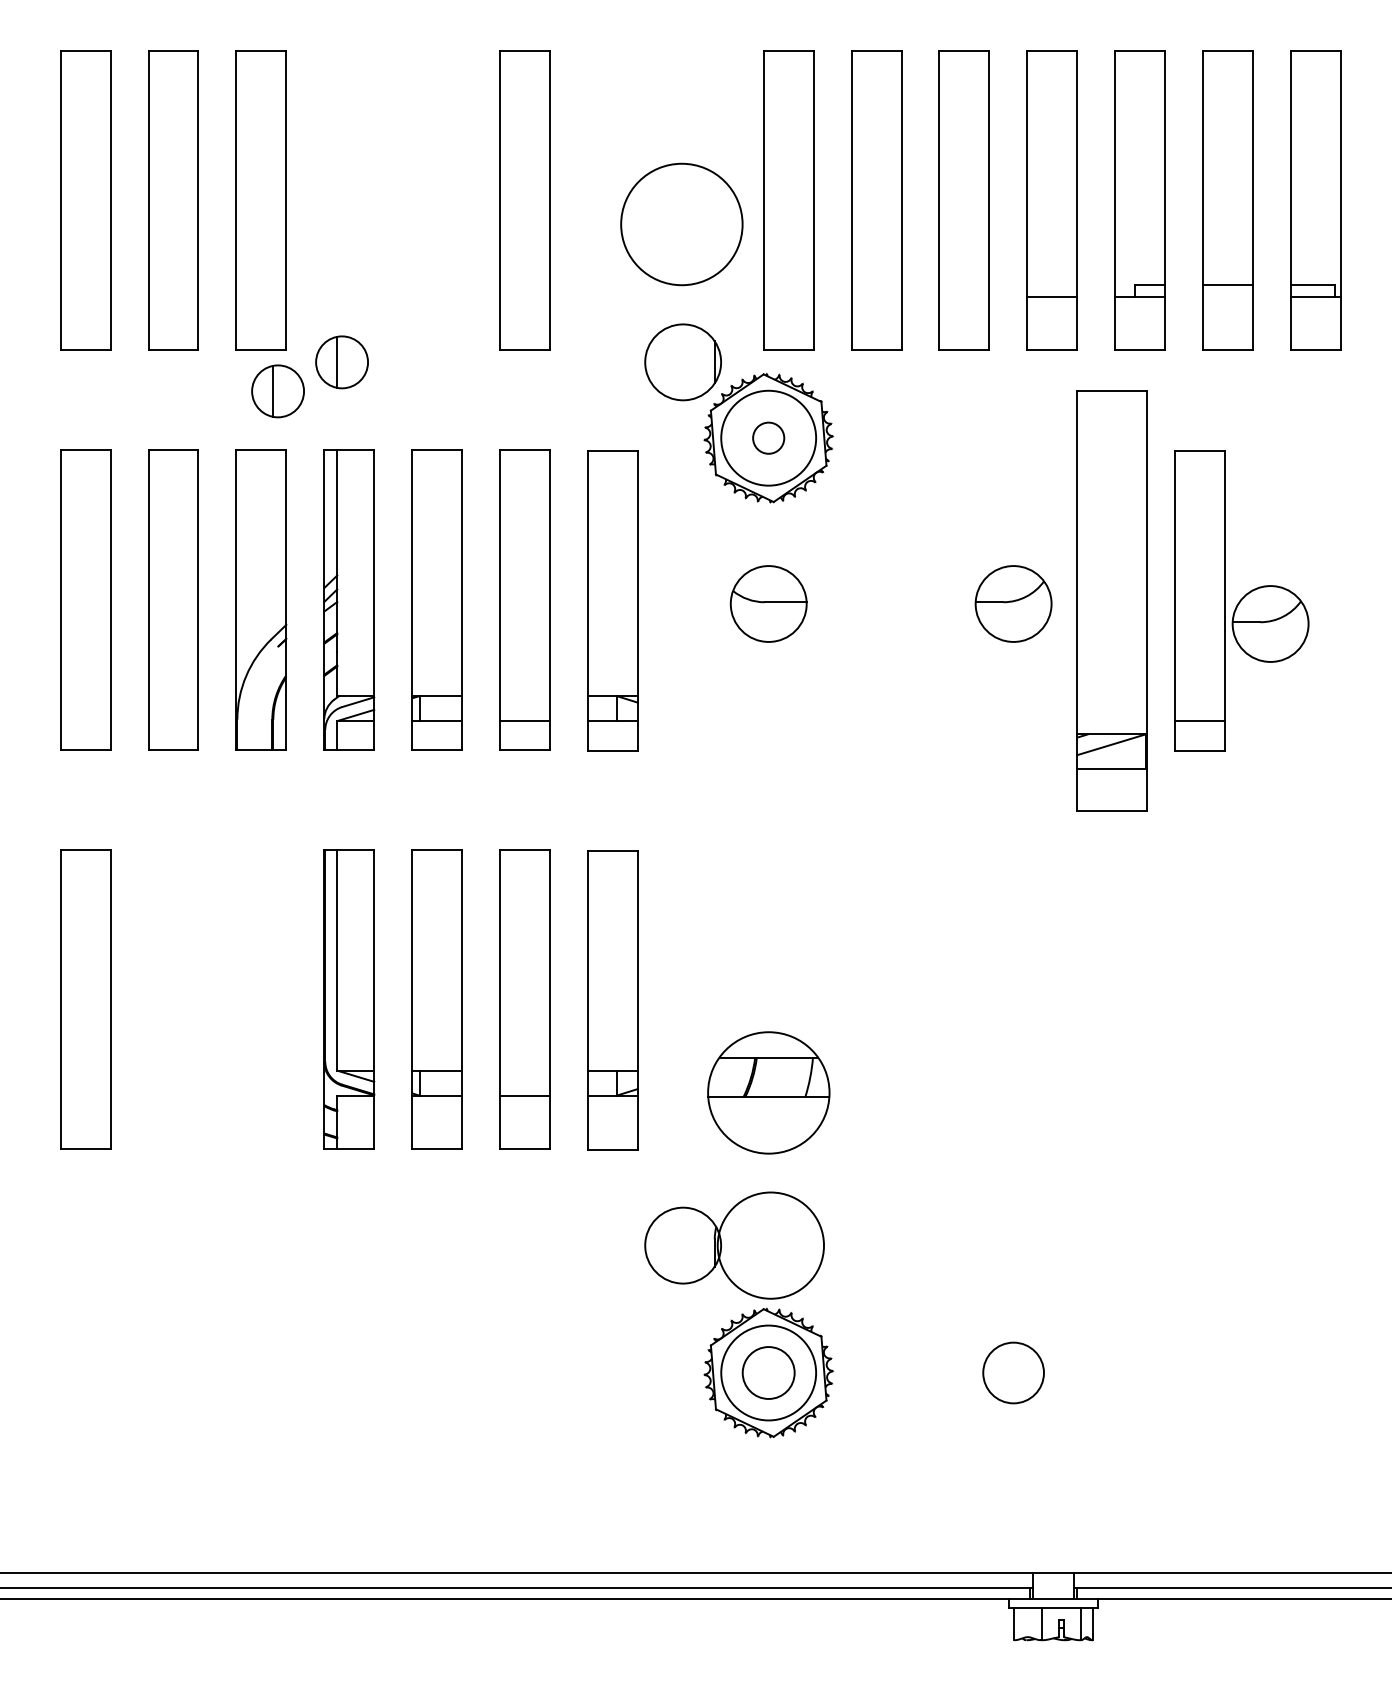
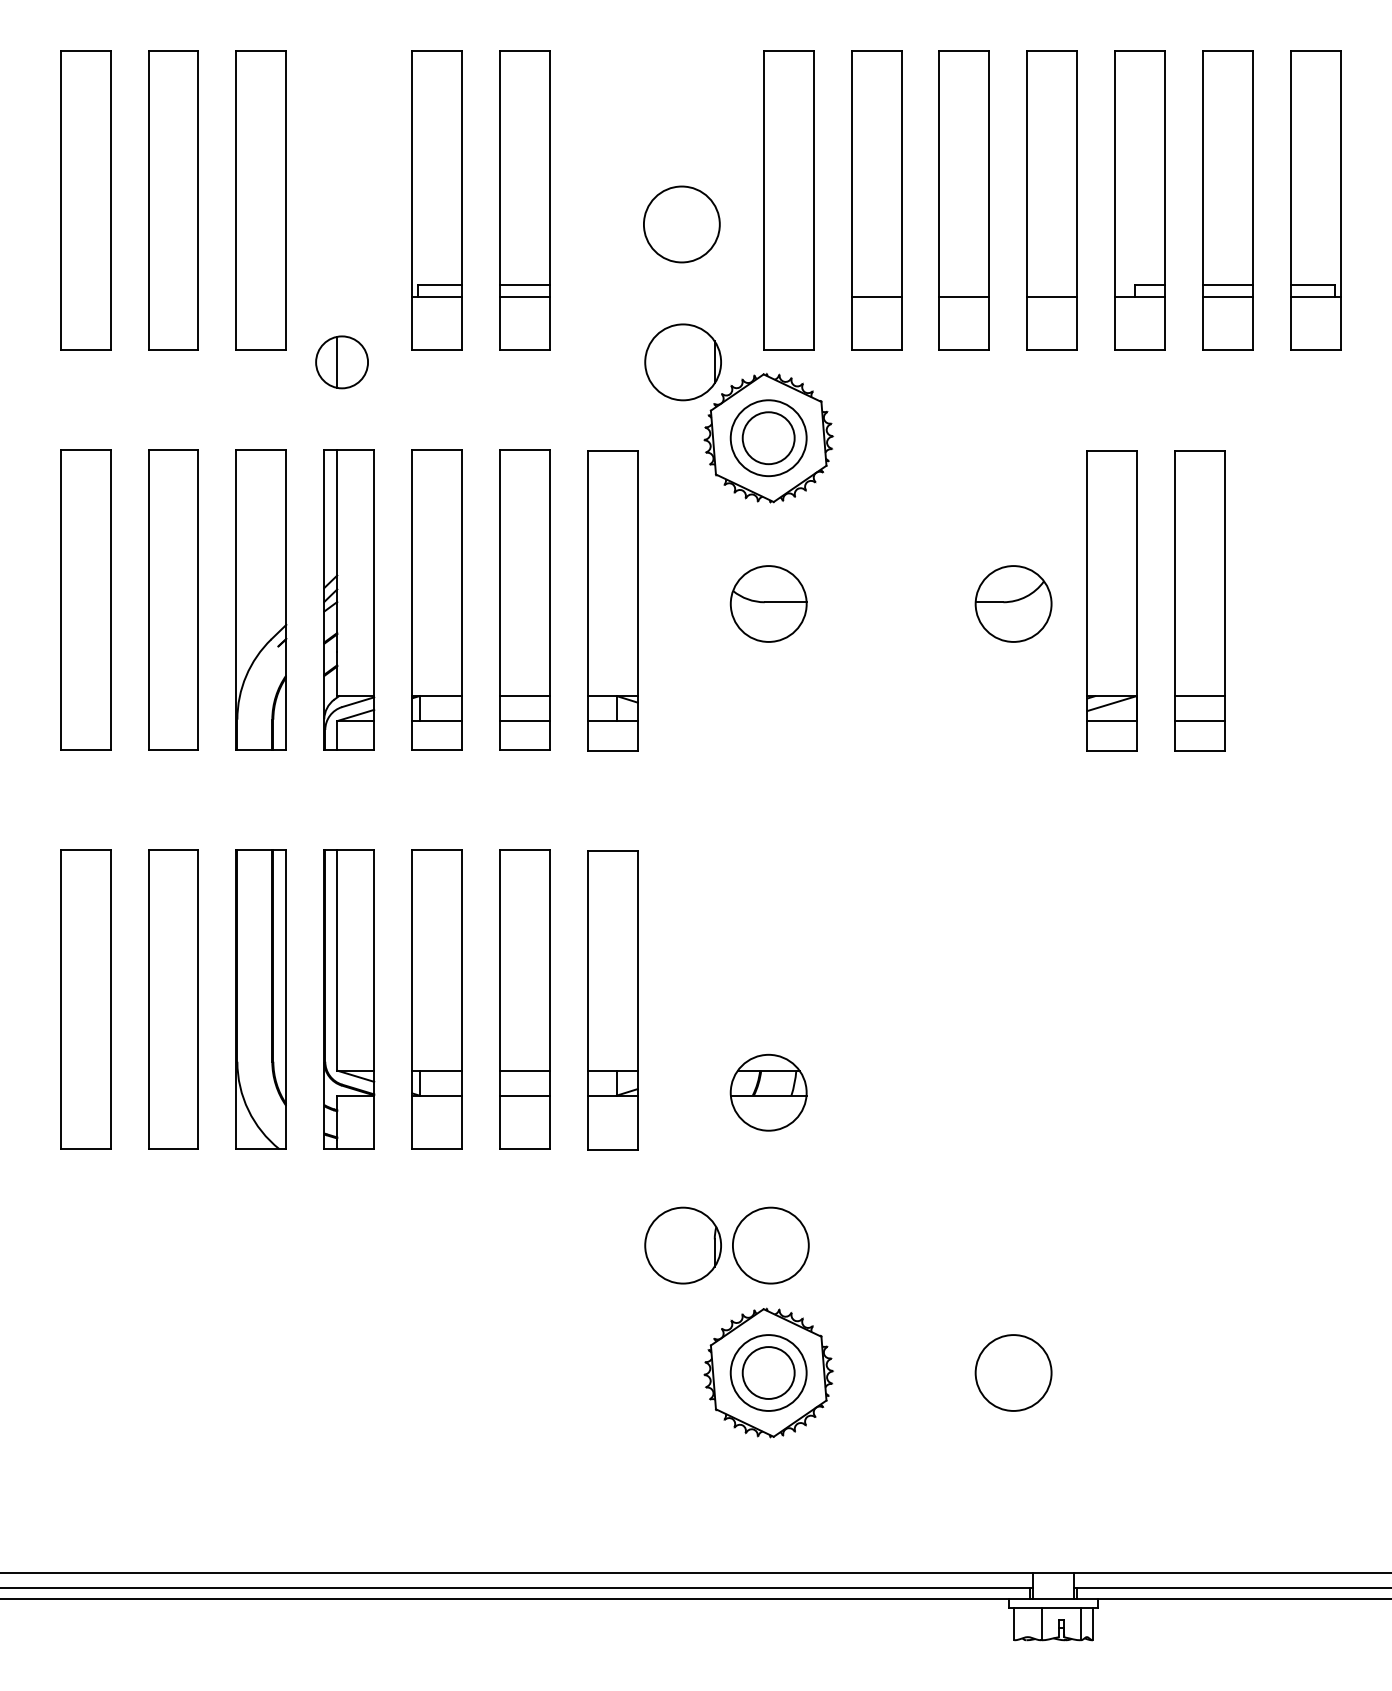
part at (436, 200): none -> present
circle at (681, 224) diameter: 121 px -> 76 px
line at (524, 284): none -> present
line at (524, 296): none -> present
line at (876, 296): none -> present
line at (964, 296): none -> present
line at (1228, 296): none -> present
part at (277, 391): present -> none
circle at (768, 437) diameter: 31 px -> 52 px
circle at (768, 437) diameter: 95 px -> 76 px
part at (1111, 600) size: 72x422 px -> 52x302 px
part at (1270, 623): present -> none
line at (524, 696): none -> present
line at (1200, 696): none -> present
part at (173, 999): none -> present
part at (260, 999): none -> present
line at (524, 1070): none -> present
part at (768, 1092) size: 124x124 px -> 79x79 px
circle at (770, 1245) diameter: 106 px -> 76 px
circle at (768, 1372) diameter: 95 px -> 76 px
circle at (1013, 1372) diameter: 61 px -> 76 px
